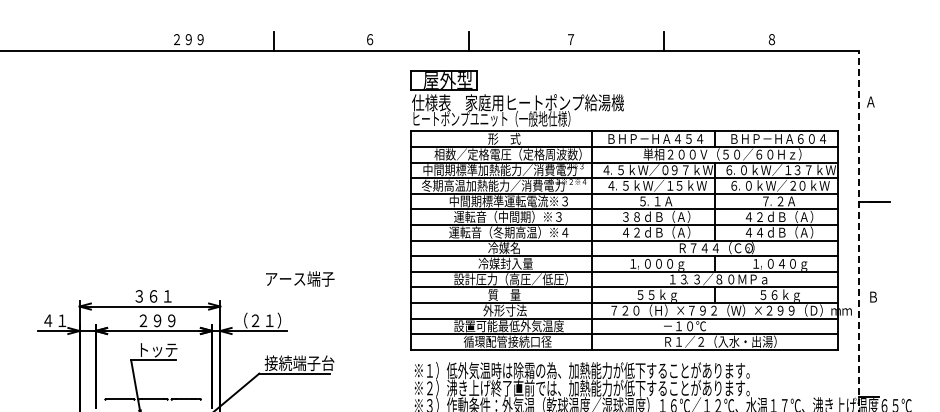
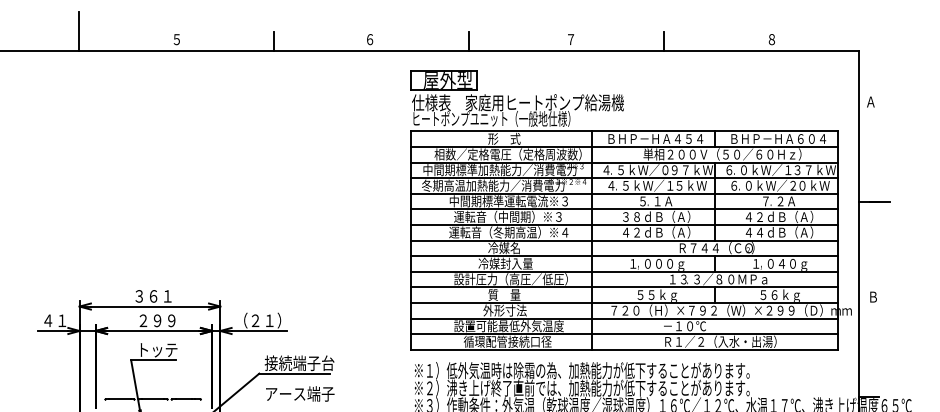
line at (78, 31): none -> present
text at (188, 39): ２９９ -> ５
line at (859, 231): dashed -> solid
text at (300, 278) position: (300, 278) -> (300, 393)
